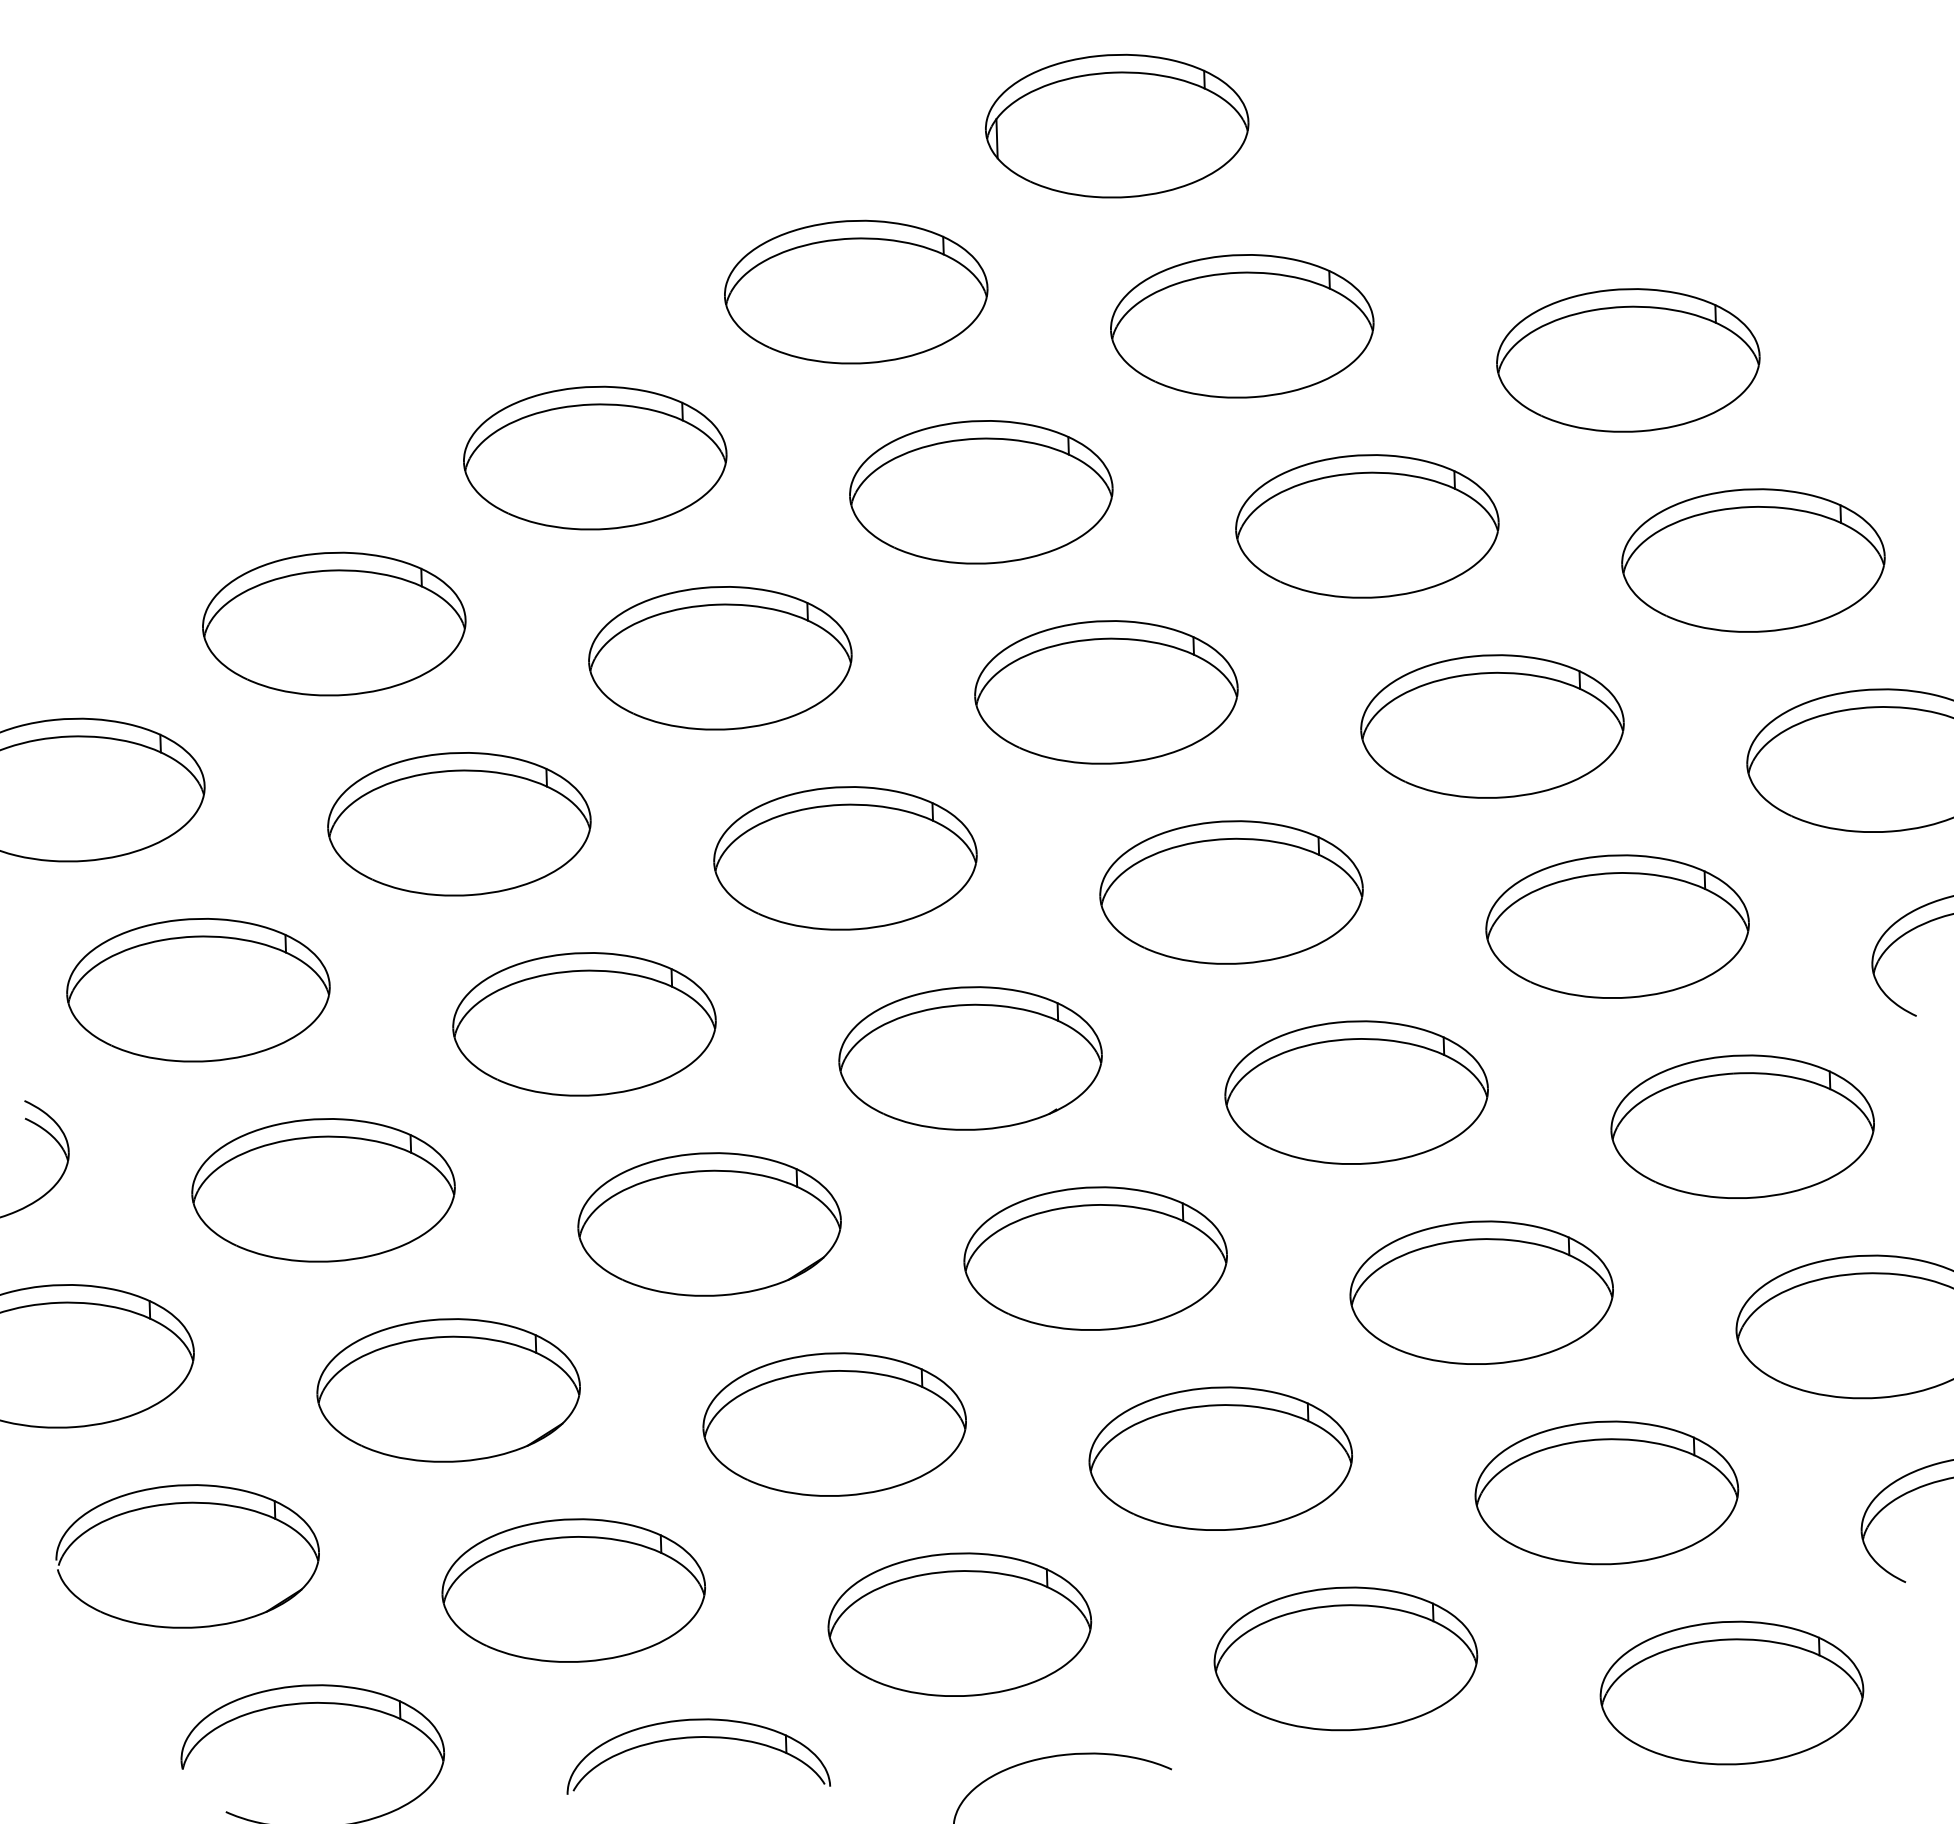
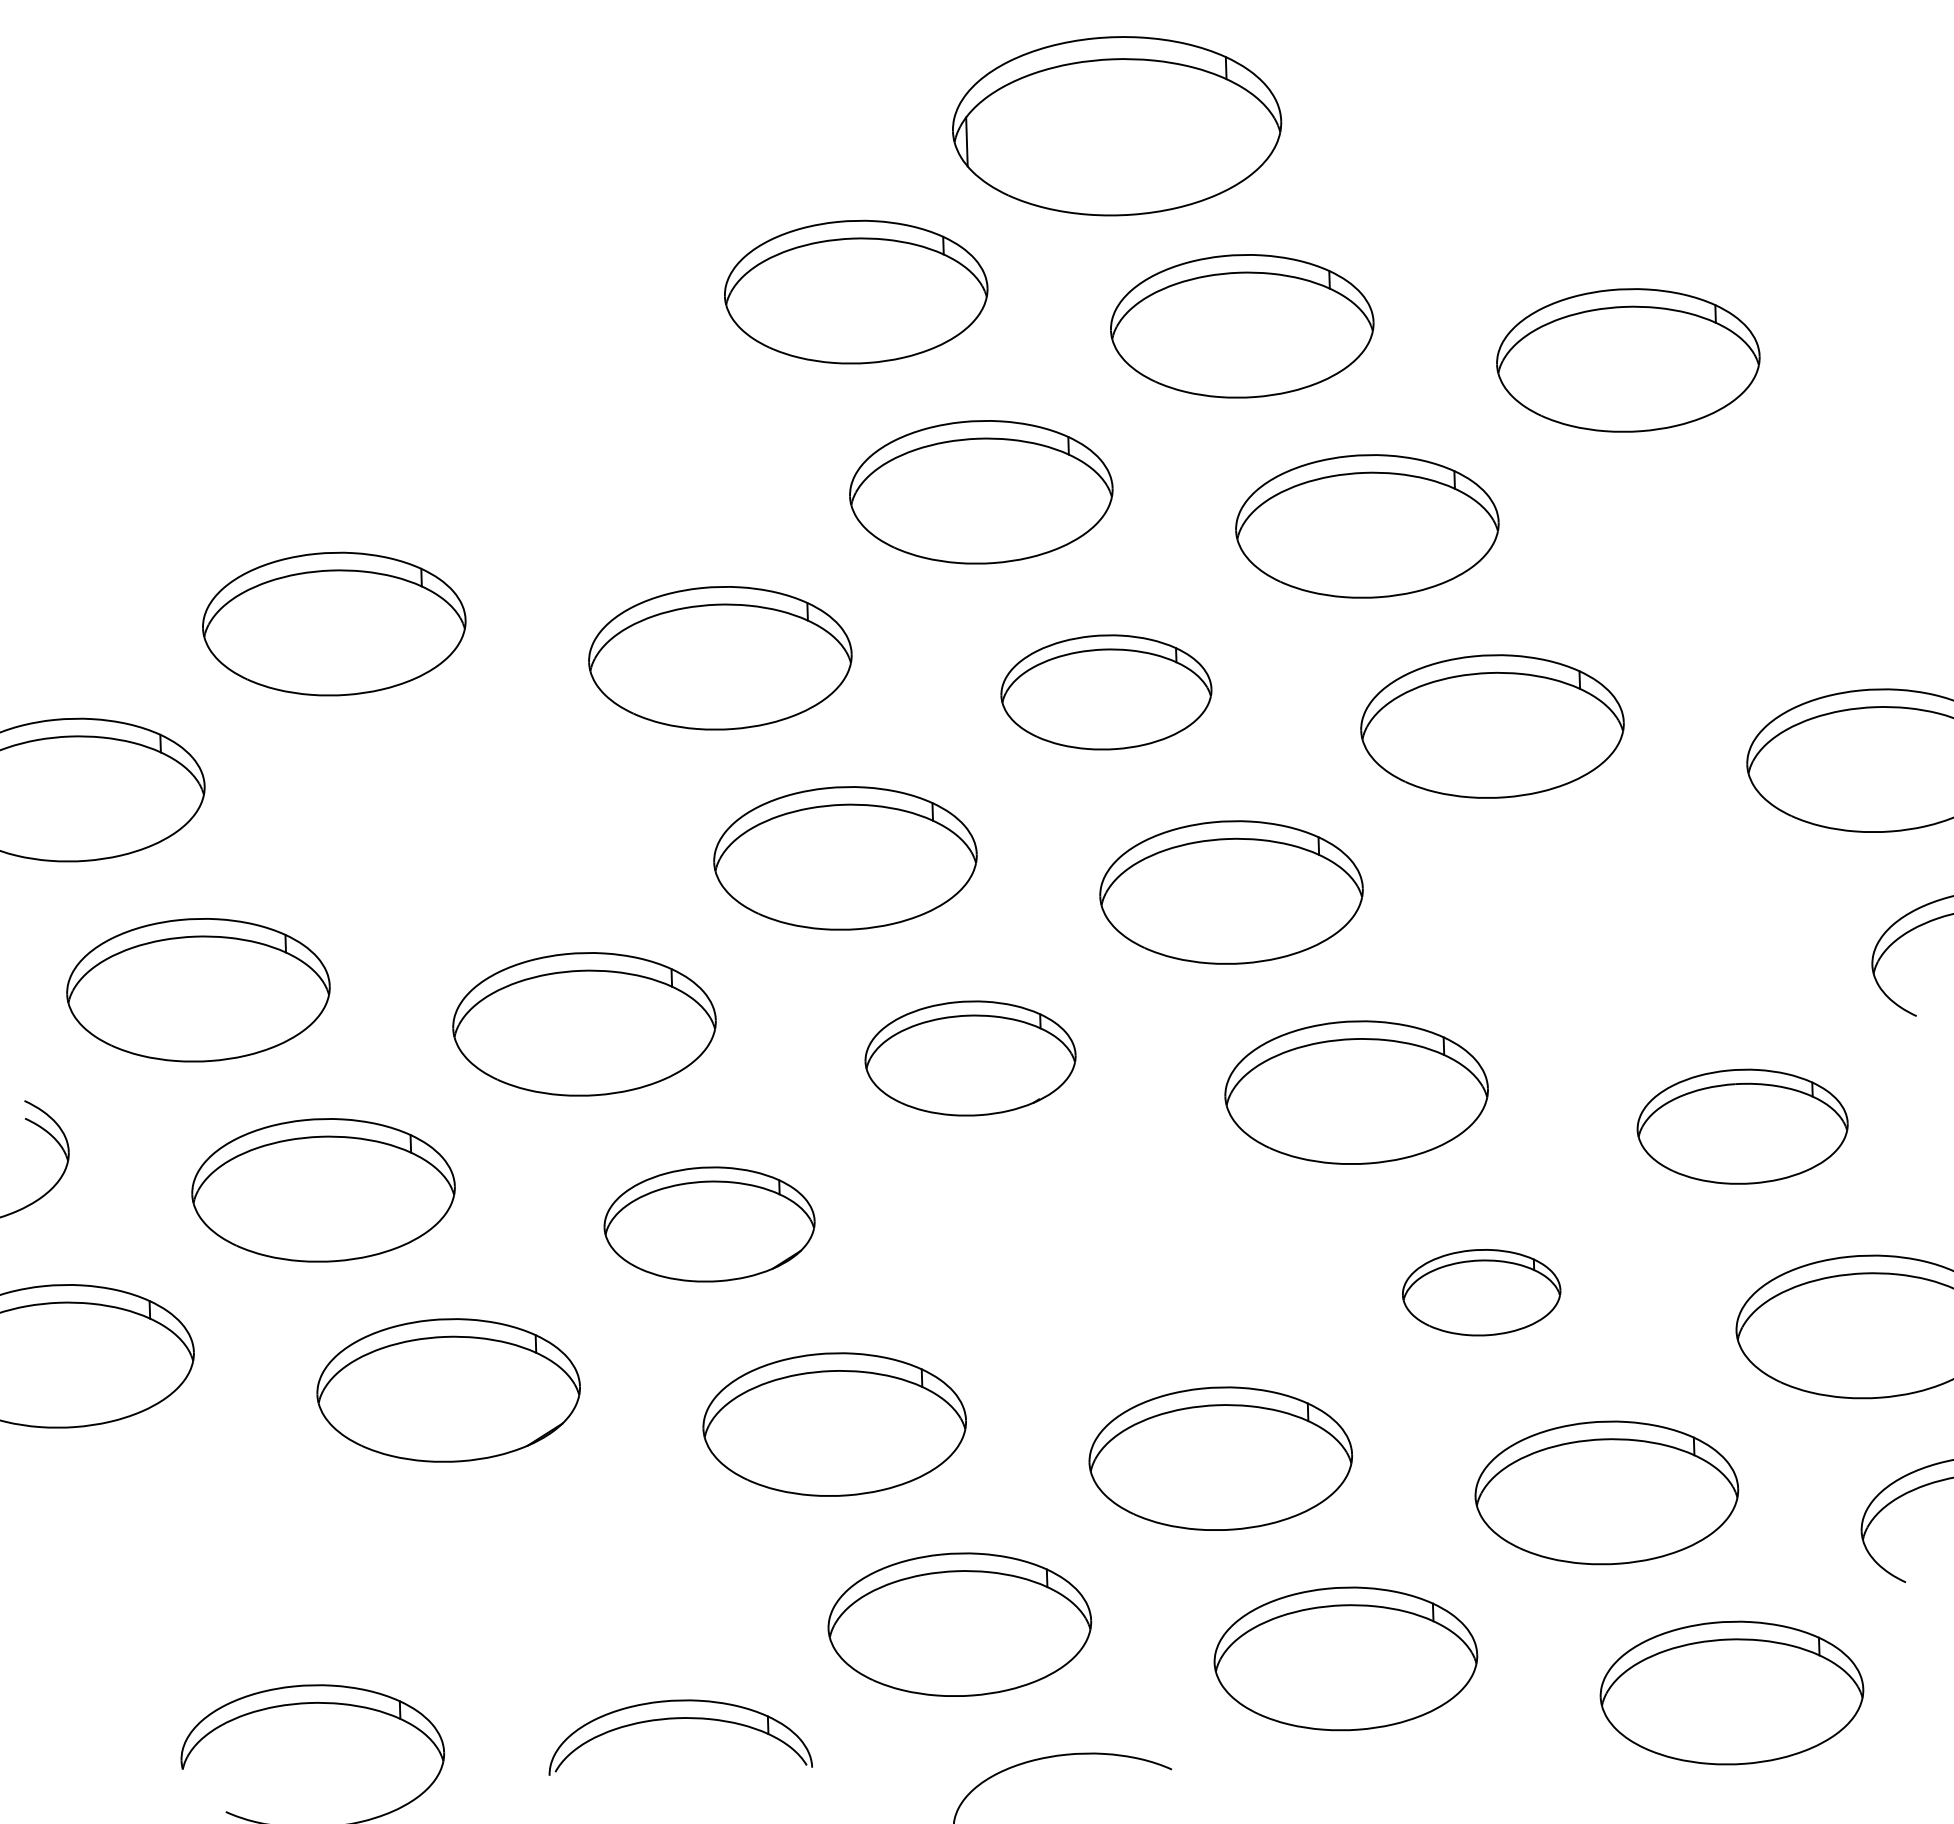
part at (1117, 125) size: 265x146 px -> 331x181 px
part at (595, 457): present -> none
part at (1753, 560): present -> none
part at (1106, 692) size: 265x145 px -> 213x117 px
part at (459, 824): present -> none
part at (1617, 926): present -> none
part at (970, 1058) size: 265x145 px -> 213x117 px
part at (1742, 1126) size: 265x145 px -> 213x117 px
part at (709, 1224) size: 265x145 px -> 213x117 px
part at (1095, 1258): present -> none
part at (1481, 1292) size: 265x145 px -> 160x88 px
part at (179, 1504): present -> none
part at (573, 1590): present -> none
part at (696, 1738) position: (696, 1738) -> (678, 1719)
